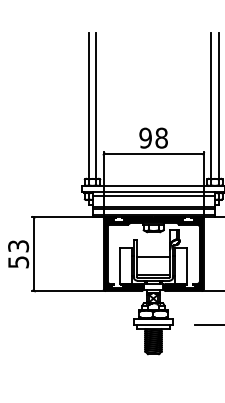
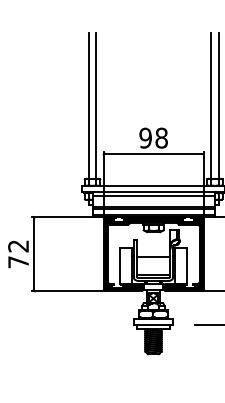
text at (18, 254): 53 -> 72
